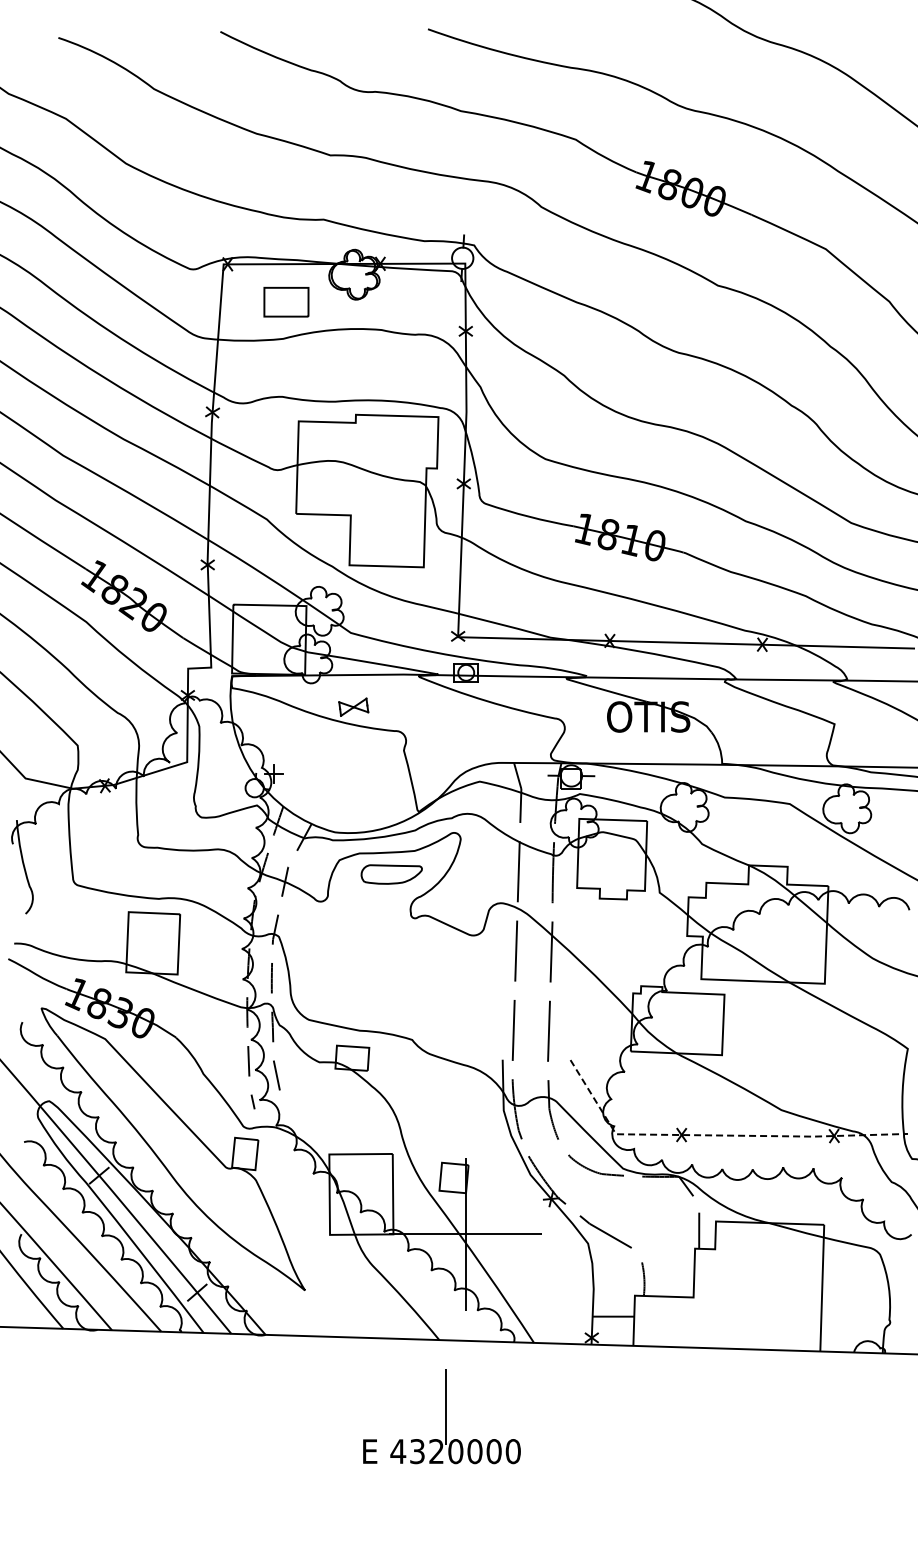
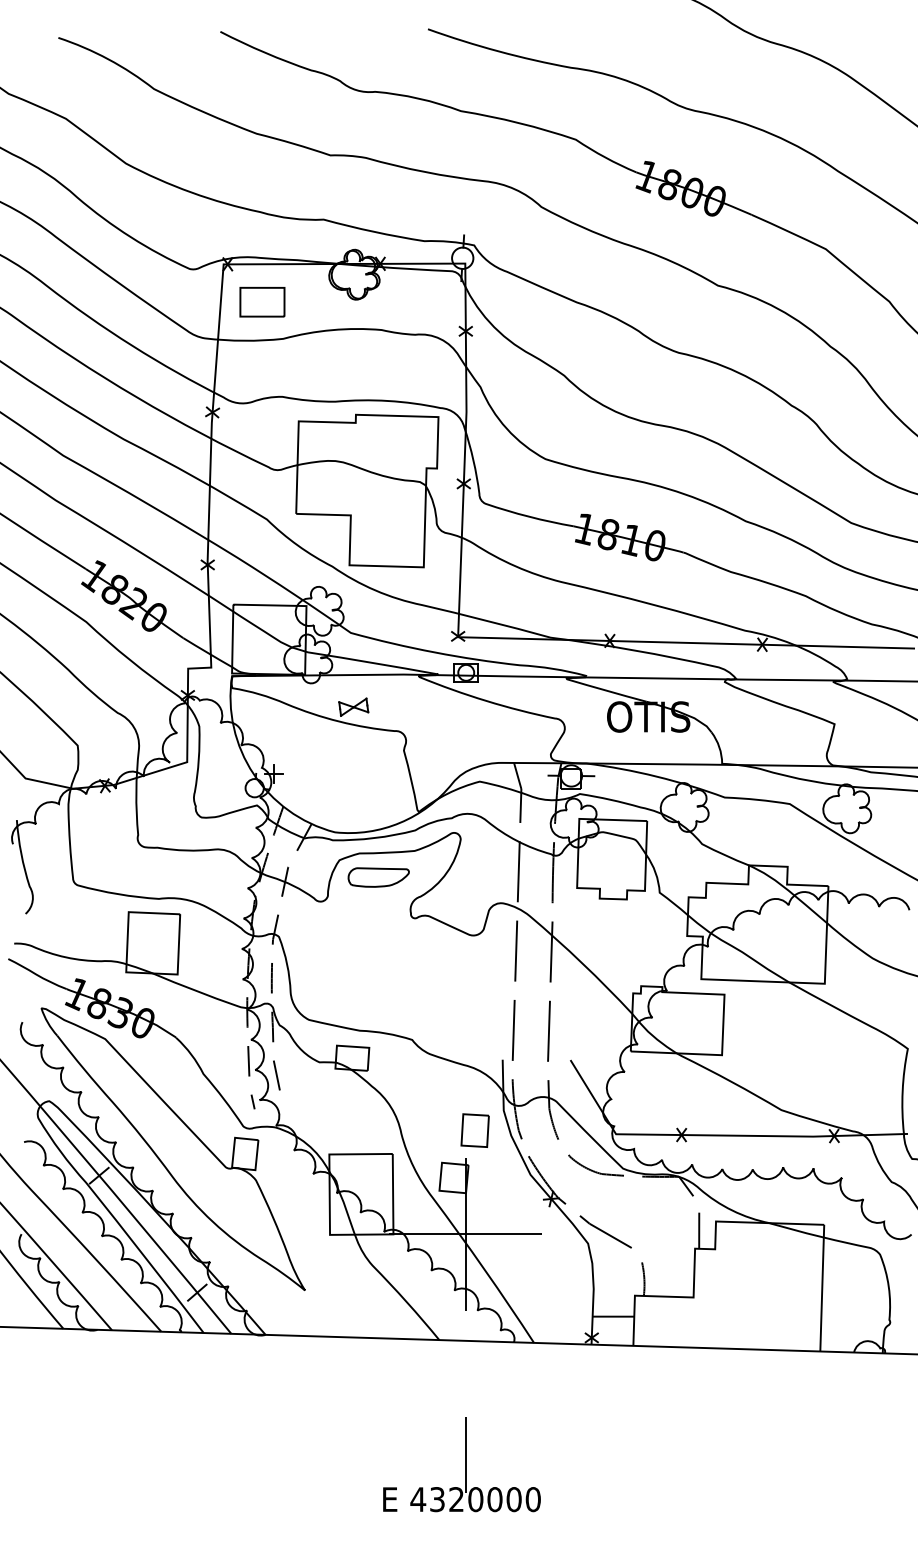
part at (286, 301) position: (286, 301) -> (262, 301)
part at (391, 874) position: (391, 874) -> (378, 877)
part at (474, 1130): none -> present
line at (718, 1135): dashed -> solid
part at (441, 1416) position: (441, 1416) -> (461, 1464)
